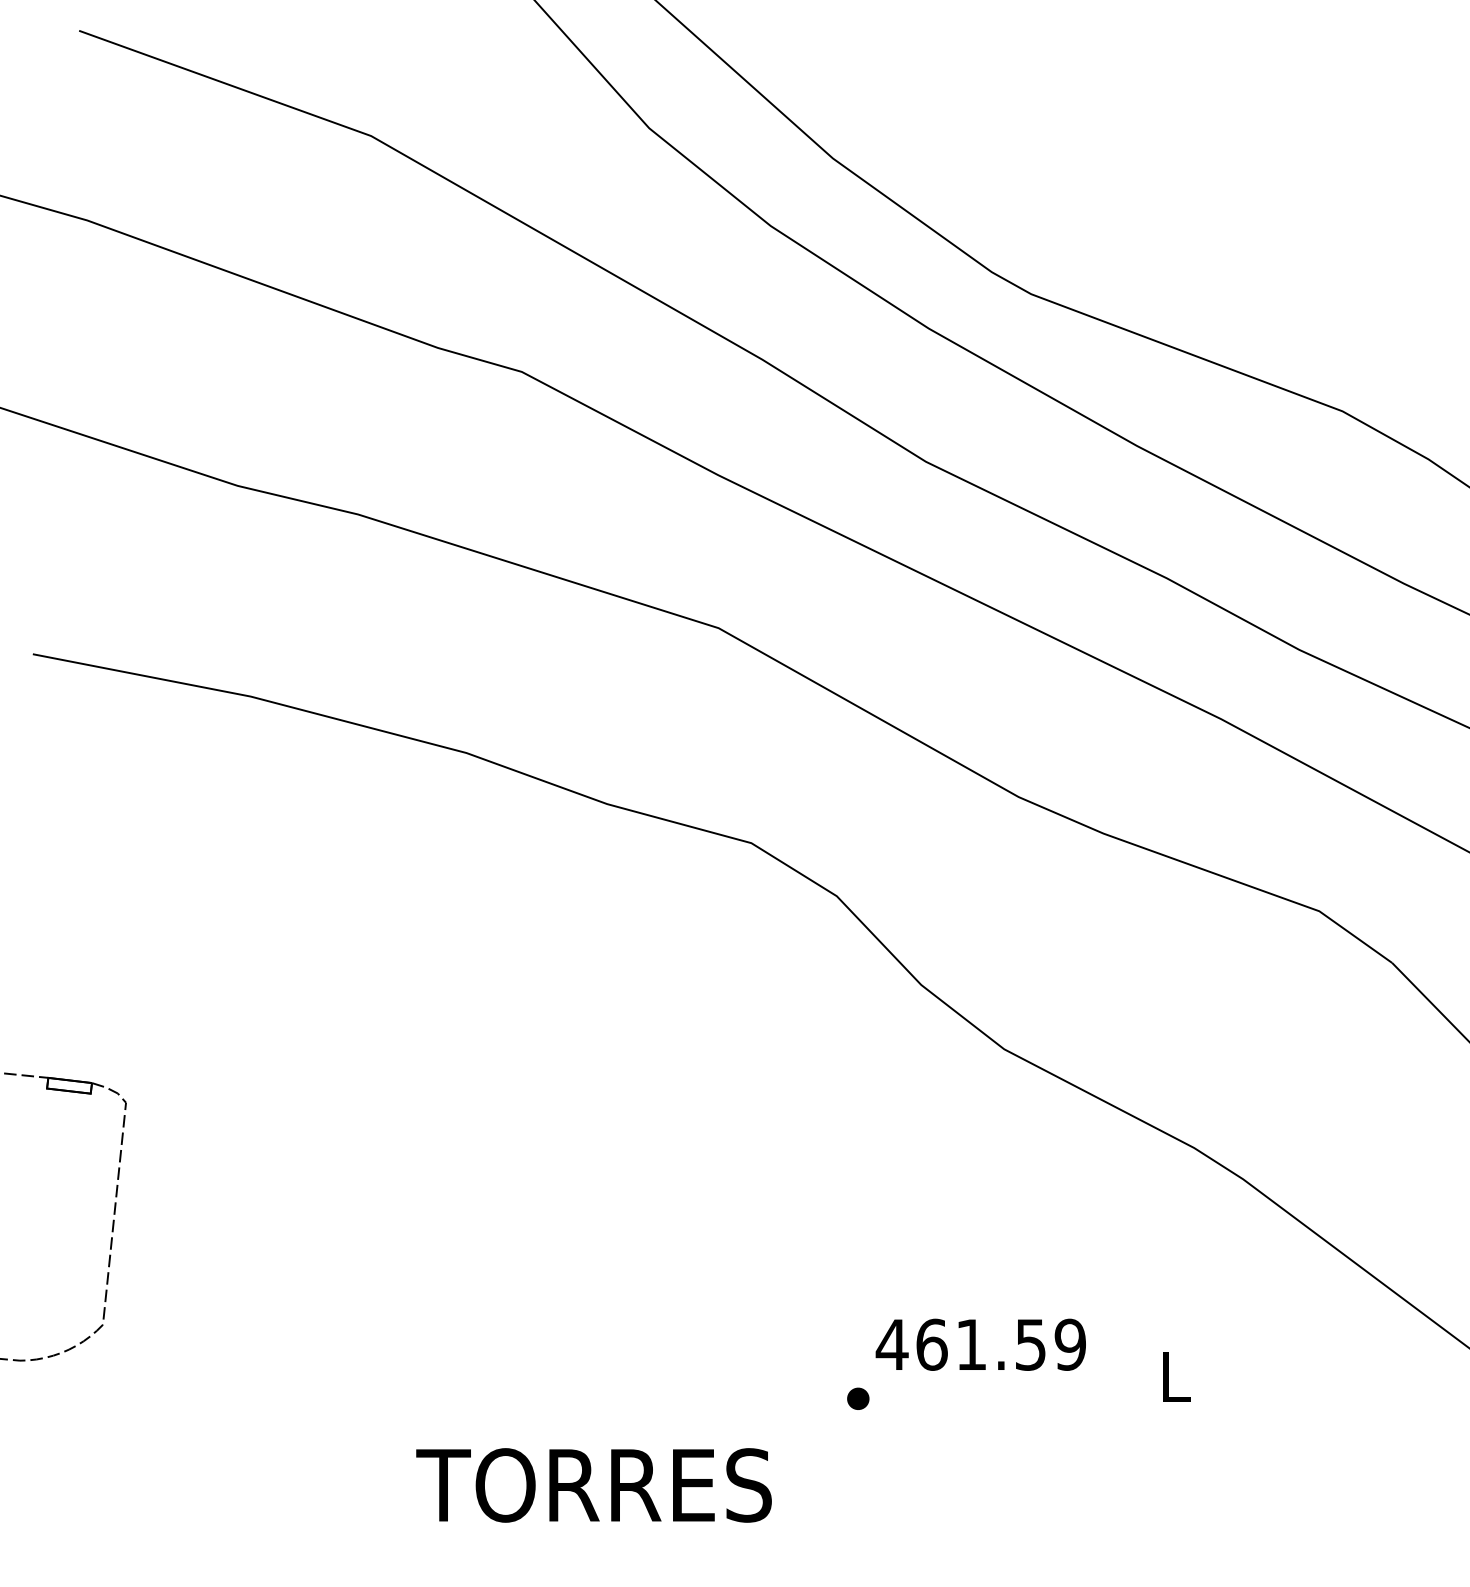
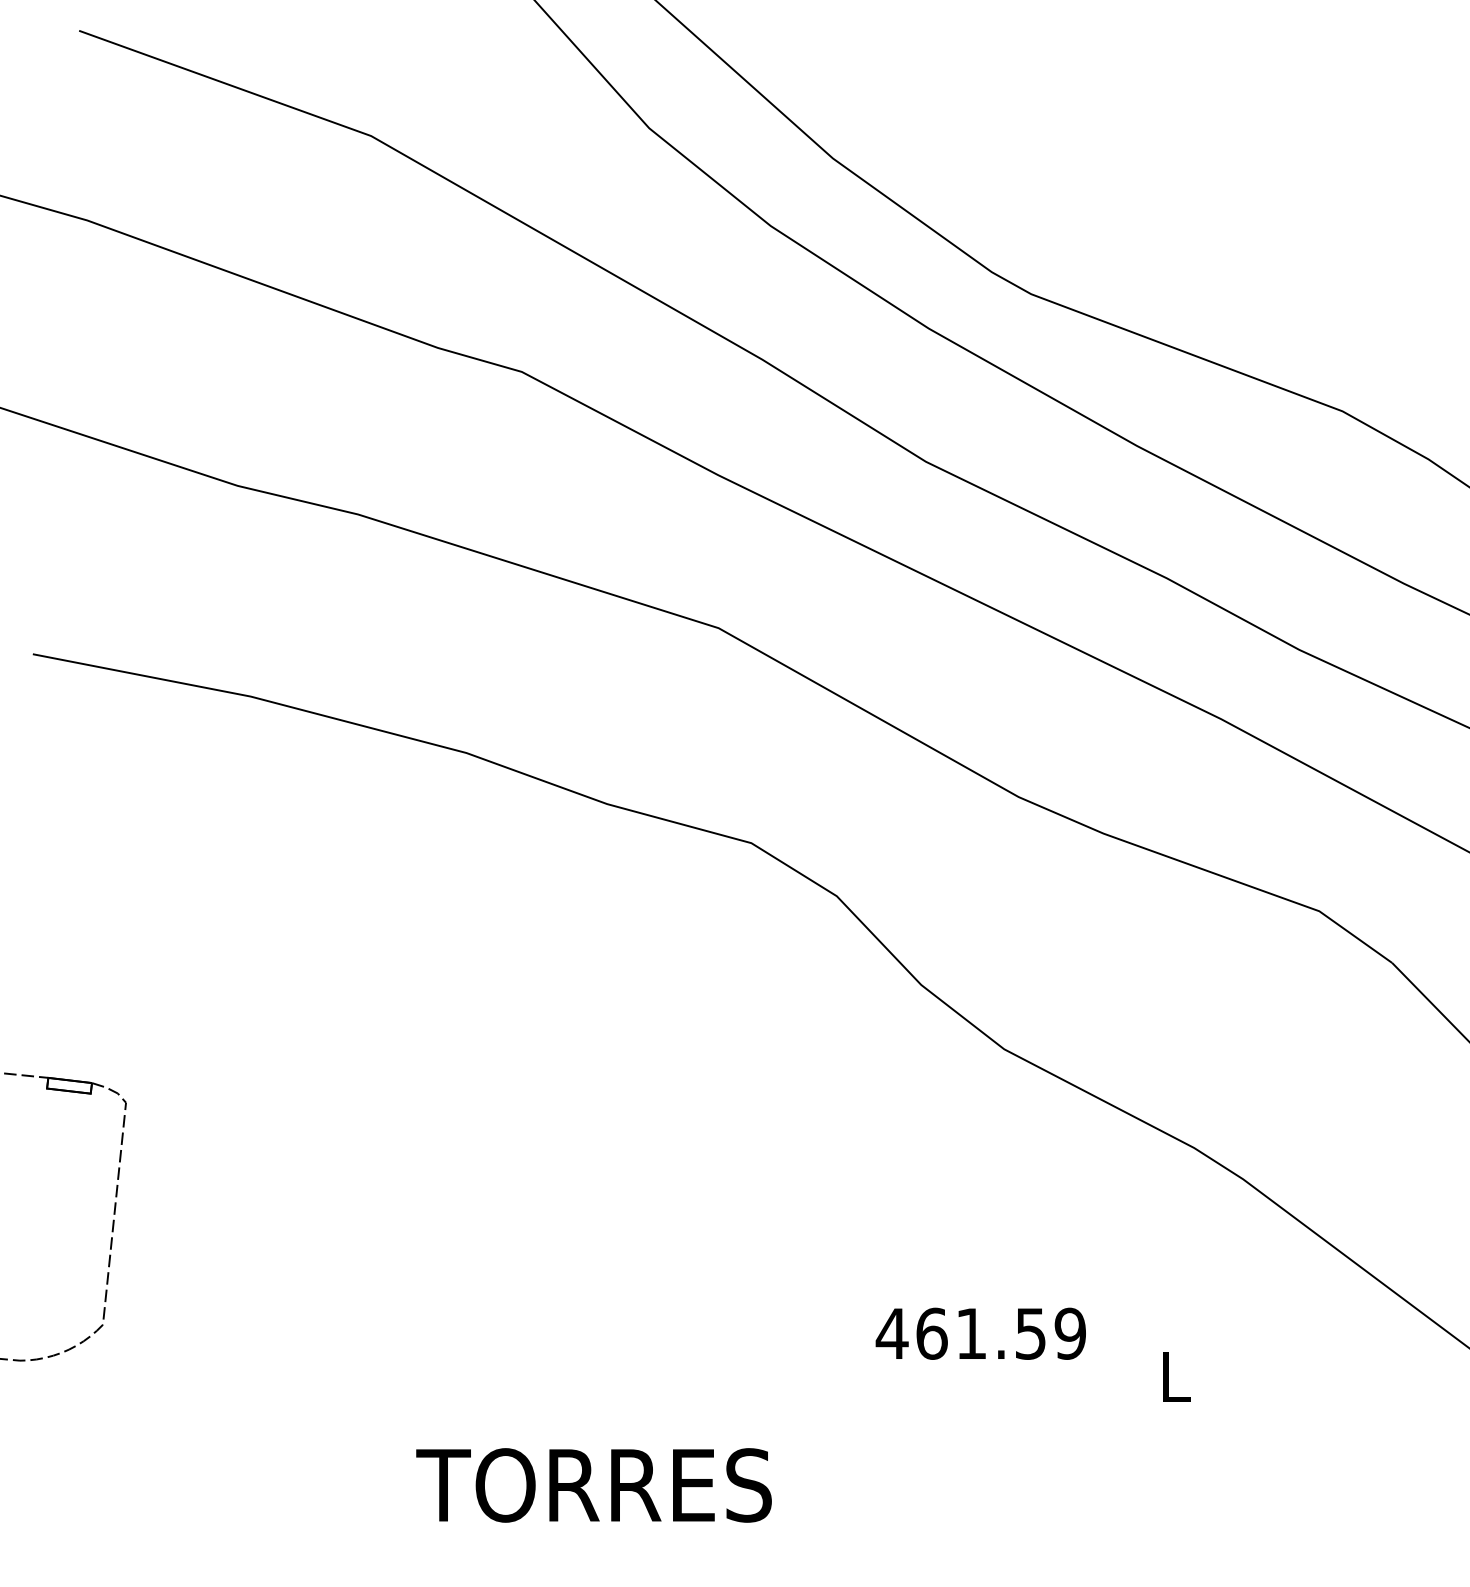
text at (980, 1344) position: (980, 1344) -> (980, 1333)
part at (858, 1398): present -> none
